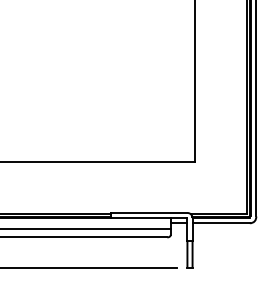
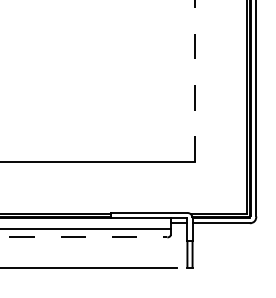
line at (195, 80): solid -> dashed
line at (84, 237): solid -> dashed
